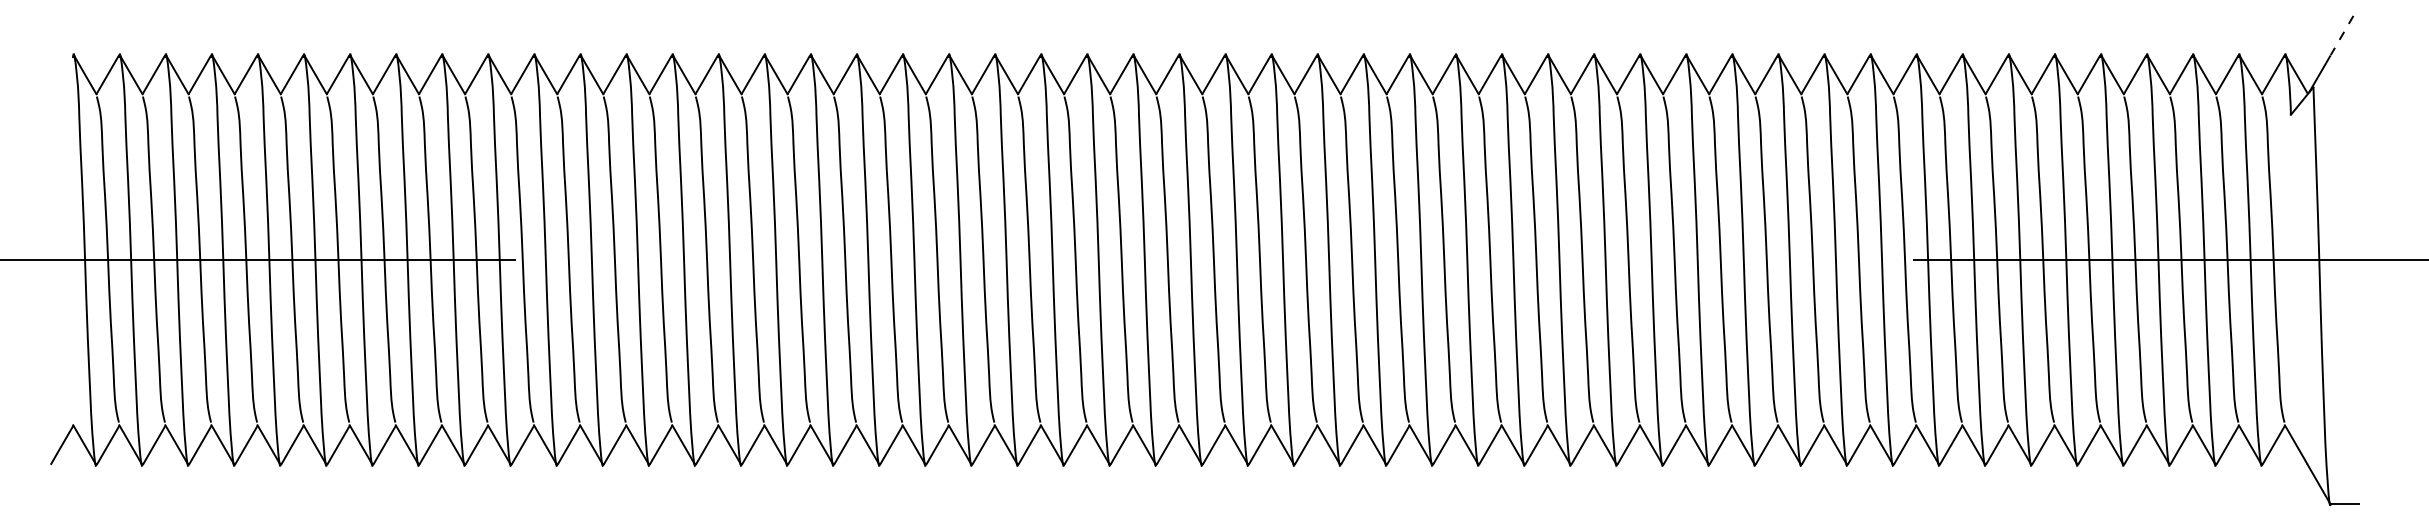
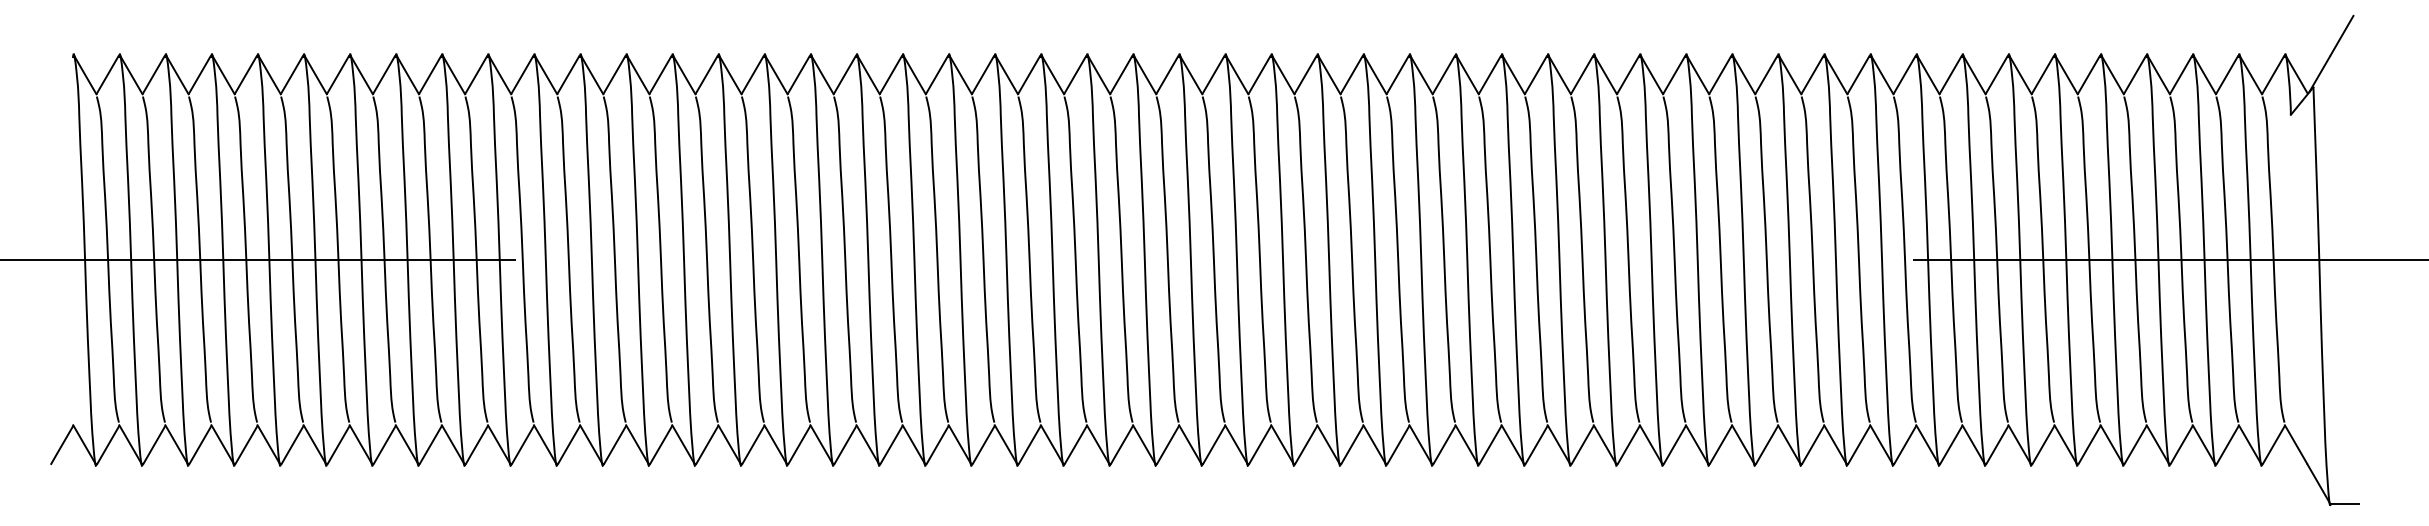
line at (2342, 35): dashed -> solid
